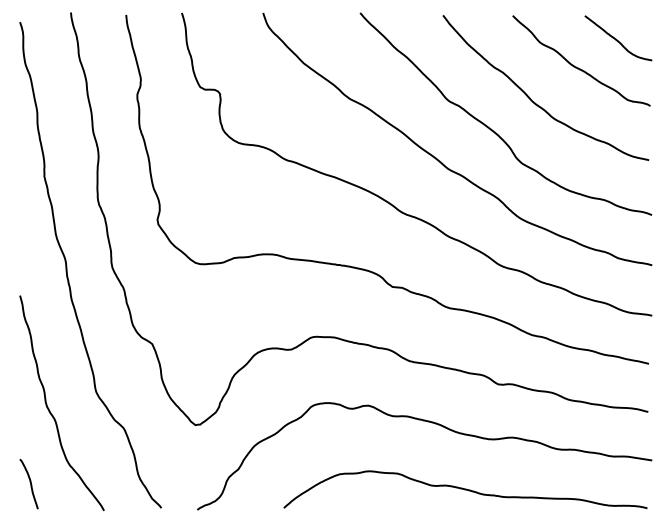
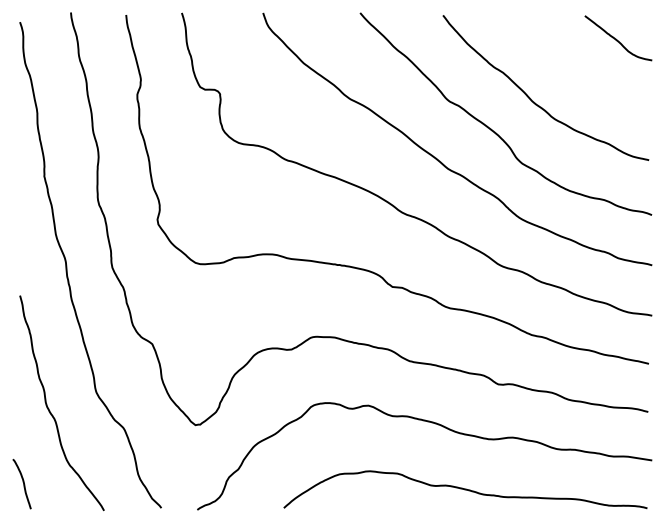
curve at (578, 67): present -> none
curve at (30, 484) position: (30, 484) -> (23, 484)
